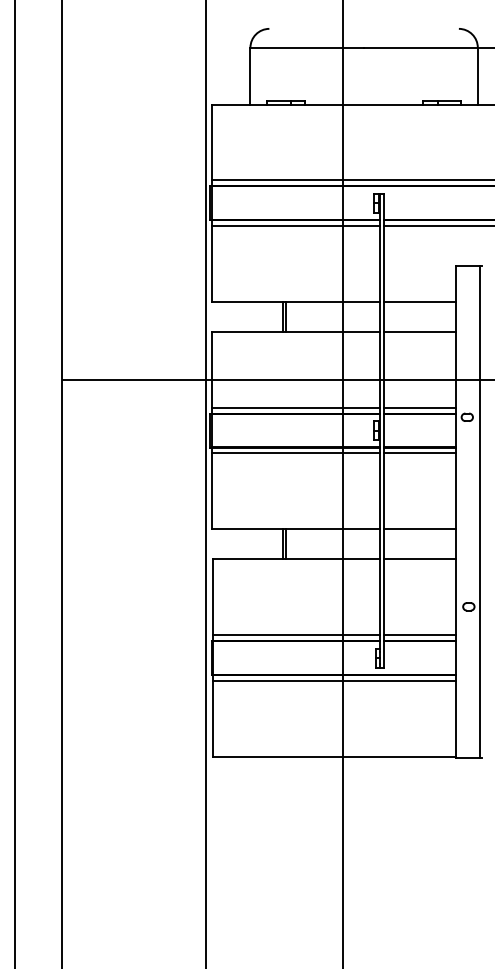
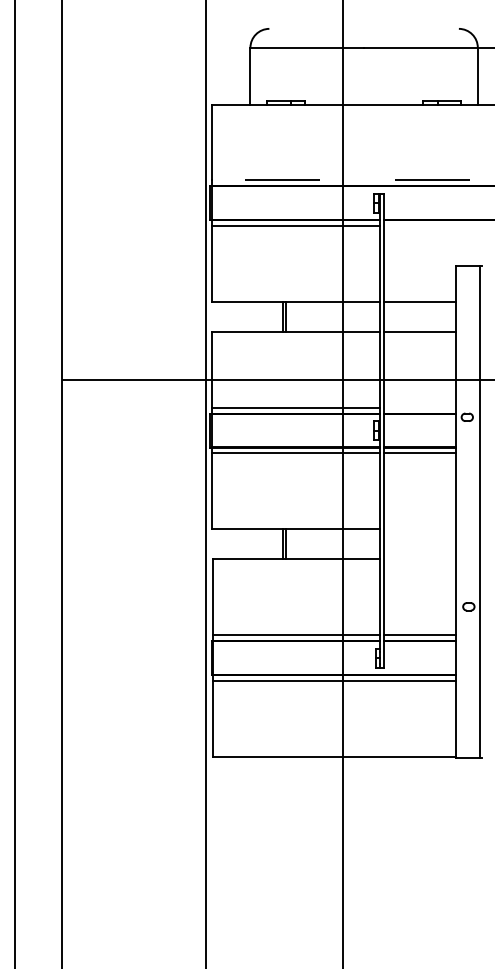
line at (352, 180): solid -> dashed
line at (437, 225): present -> none
line at (419, 407): present -> none
line at (419, 529): present -> none
line at (419, 559): present -> none
